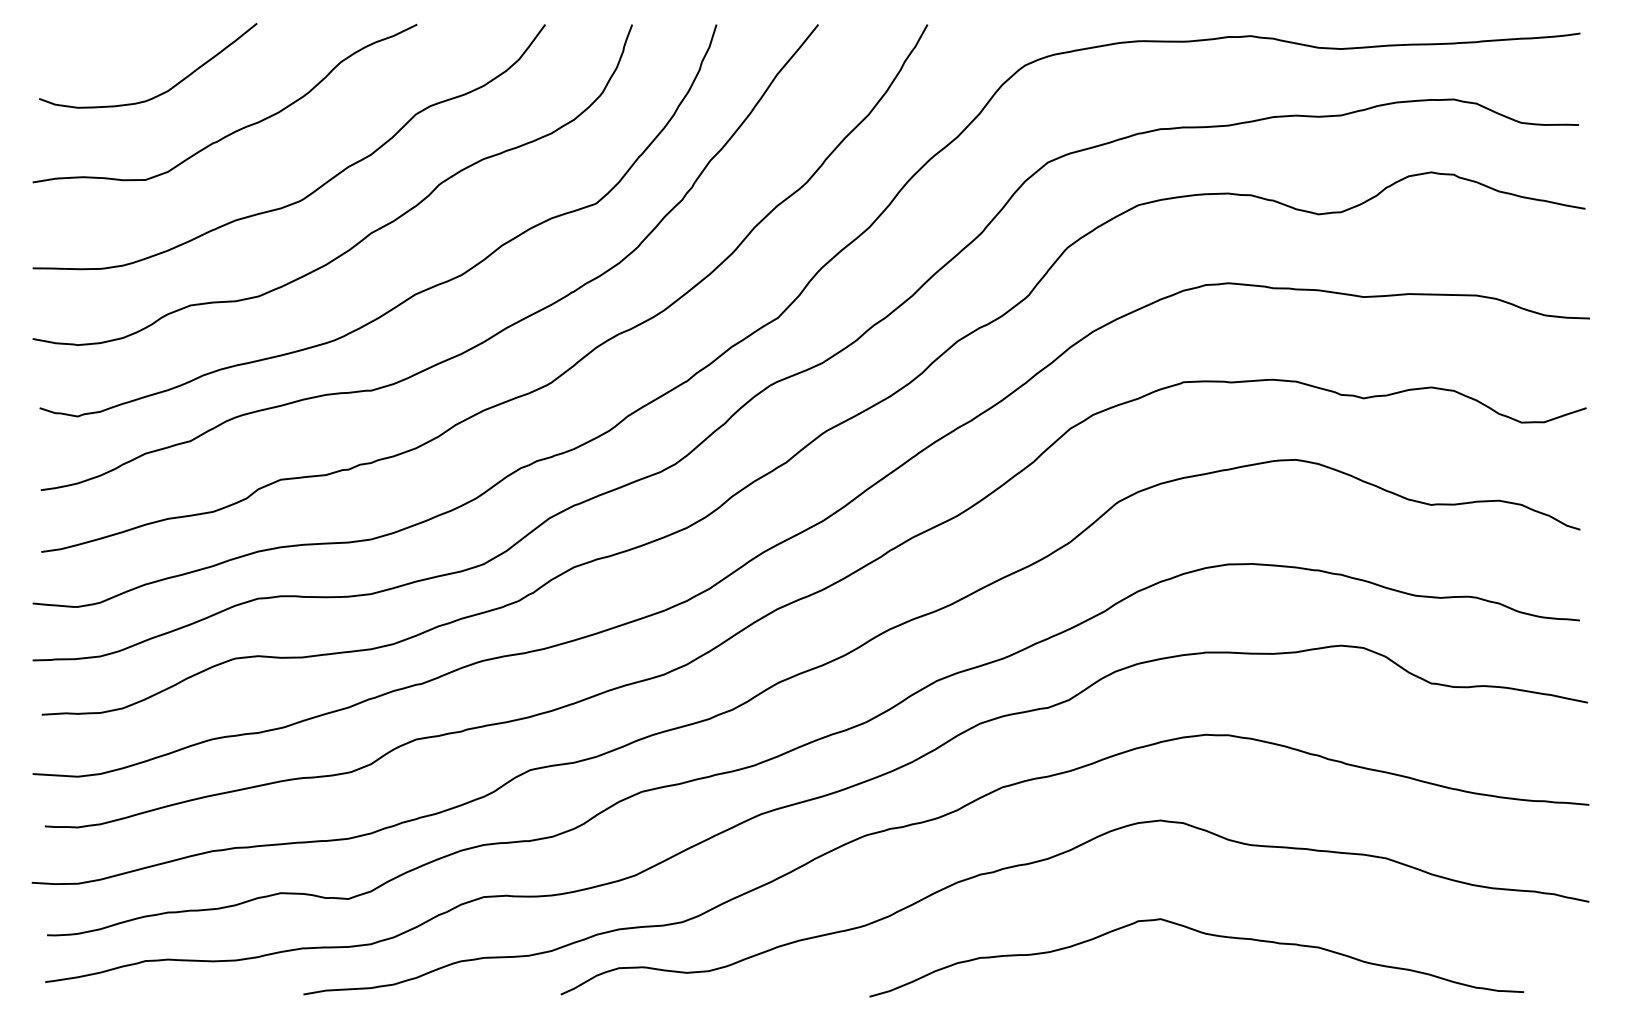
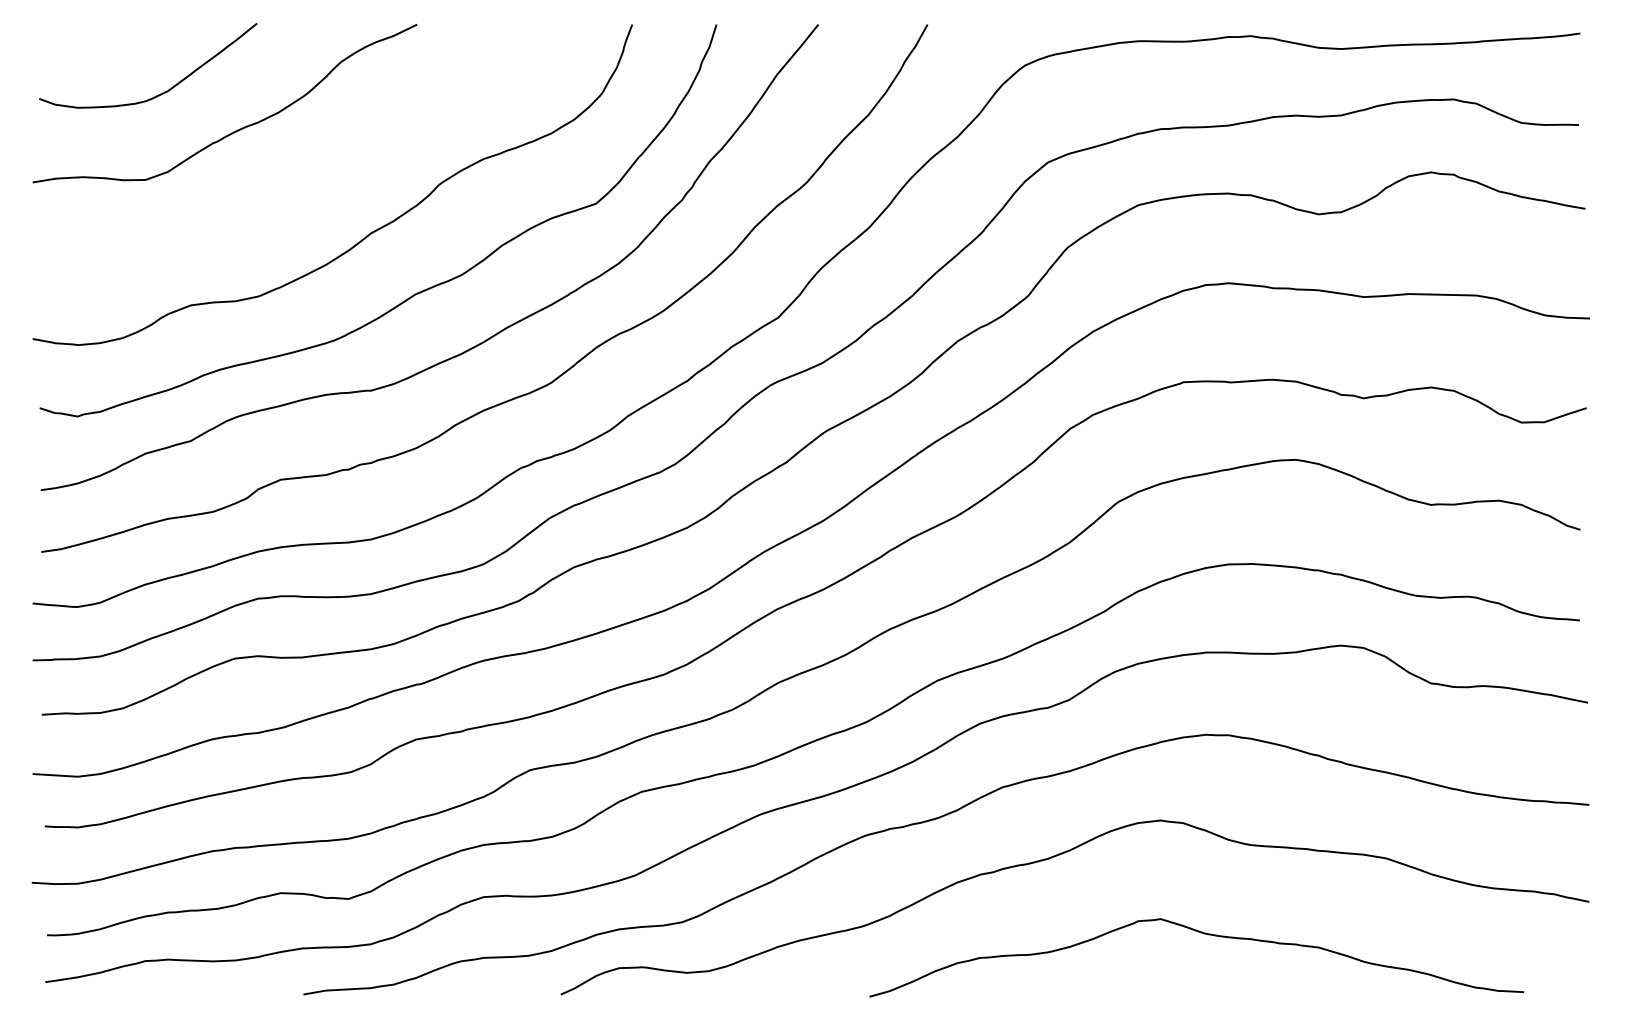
curve at (316, 188): present -> none
